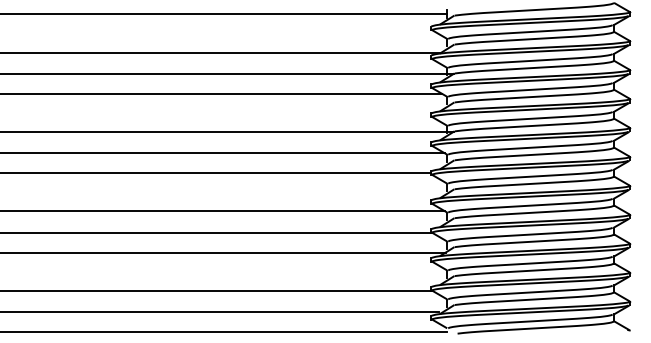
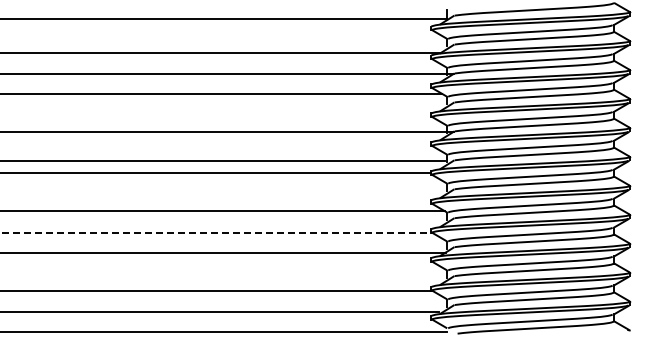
line at (224, 14) position: (224, 14) -> (224, 19)
line at (223, 153) position: (223, 153) -> (223, 161)
line at (216, 232): solid -> dashed
